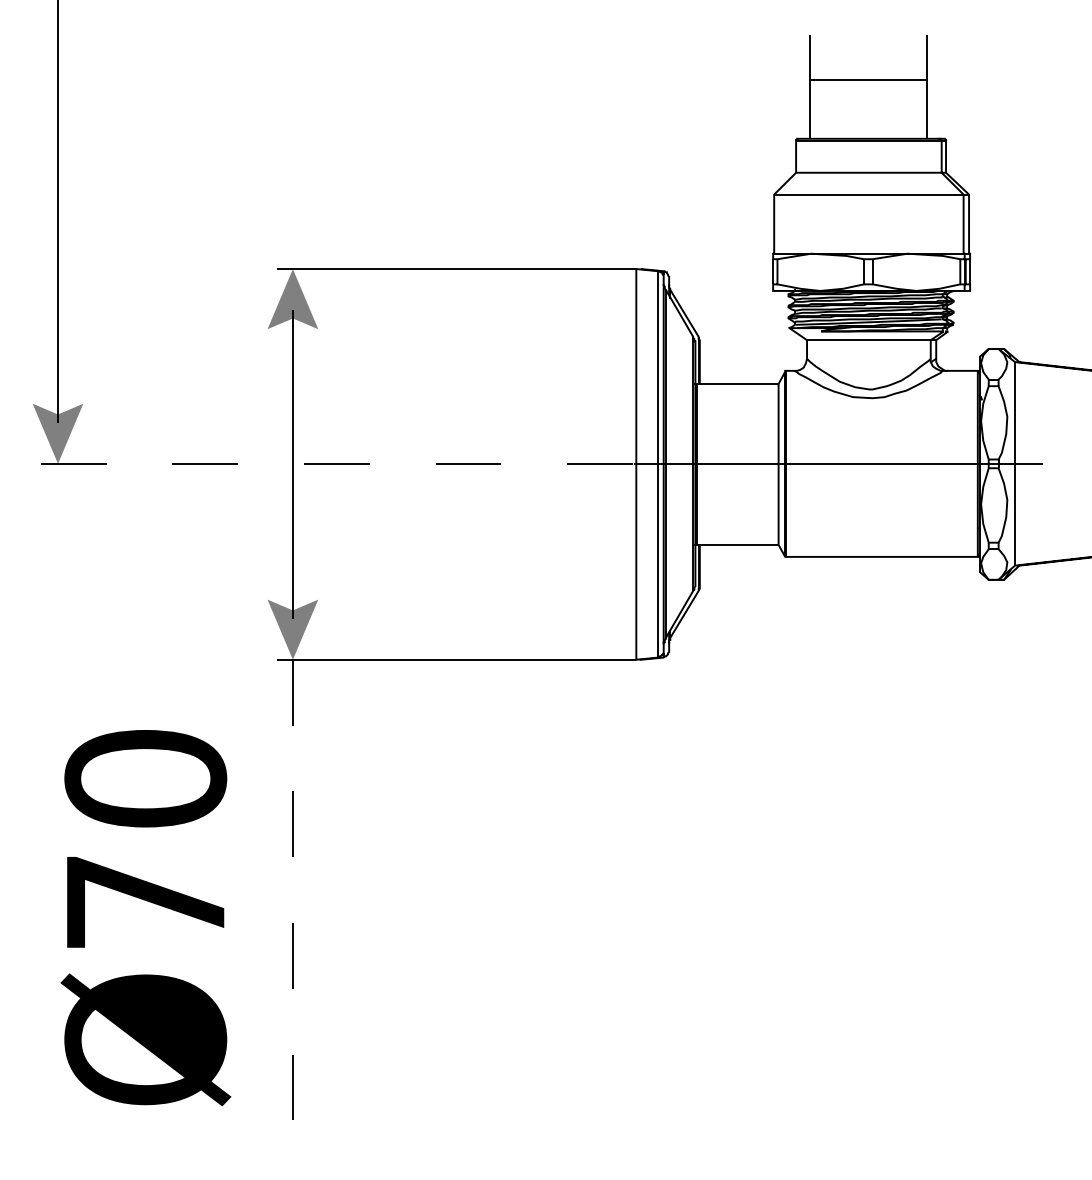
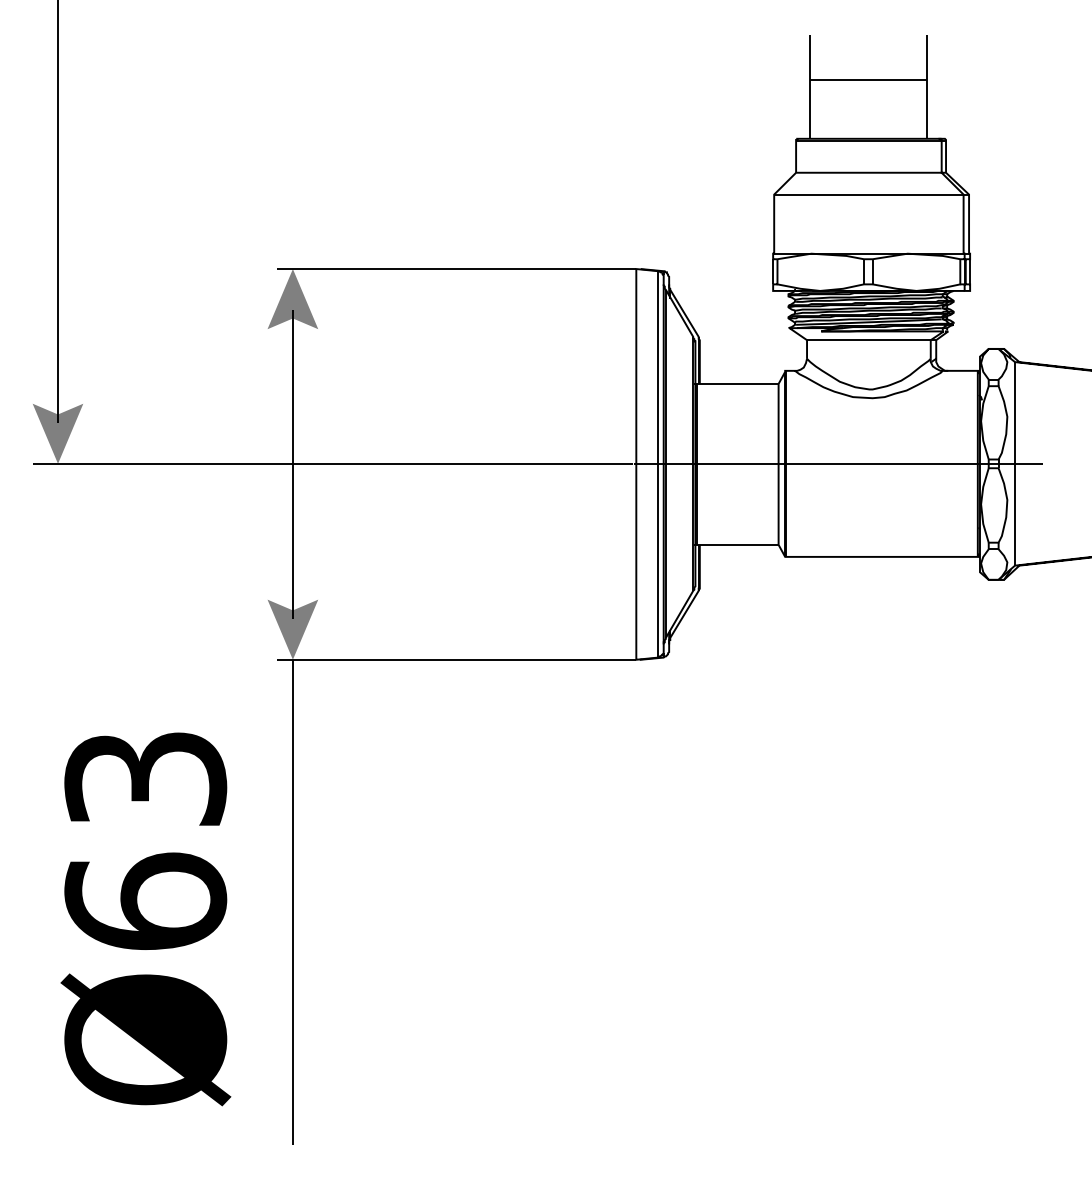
line at (333, 463): dashed -> solid
text at (145, 839): Ø70 -> Ø63
line at (292, 902): dashed -> solid
